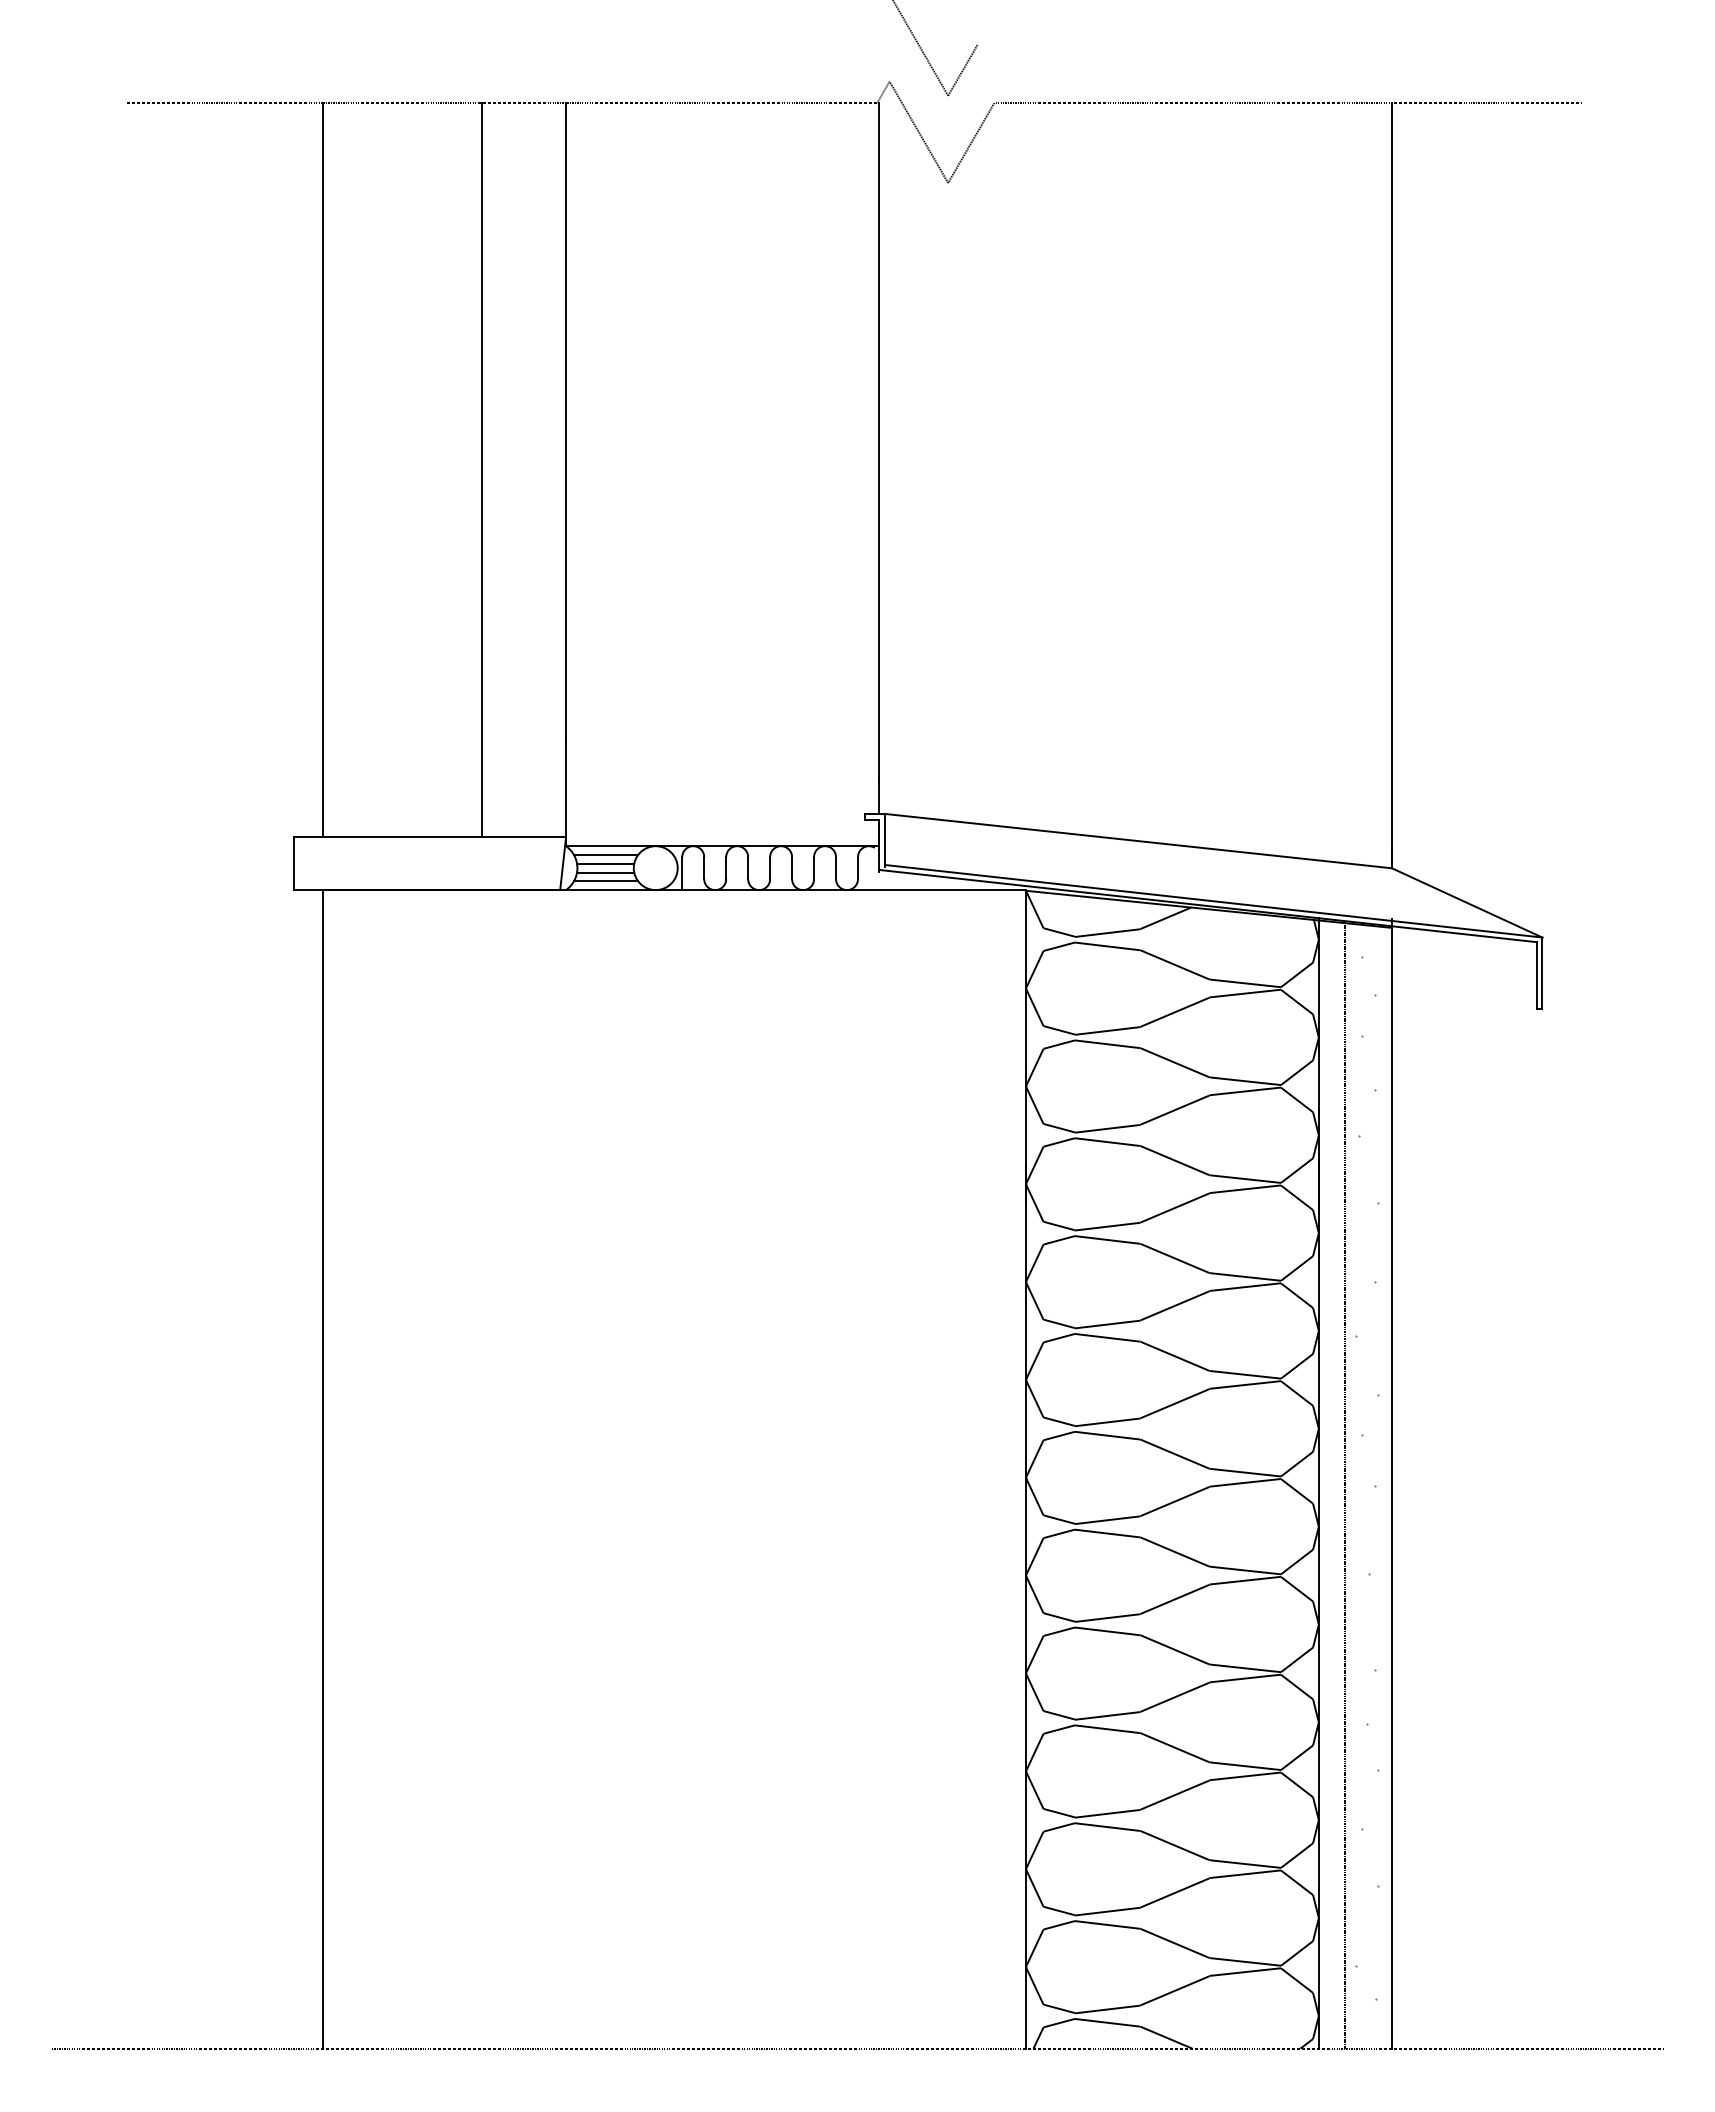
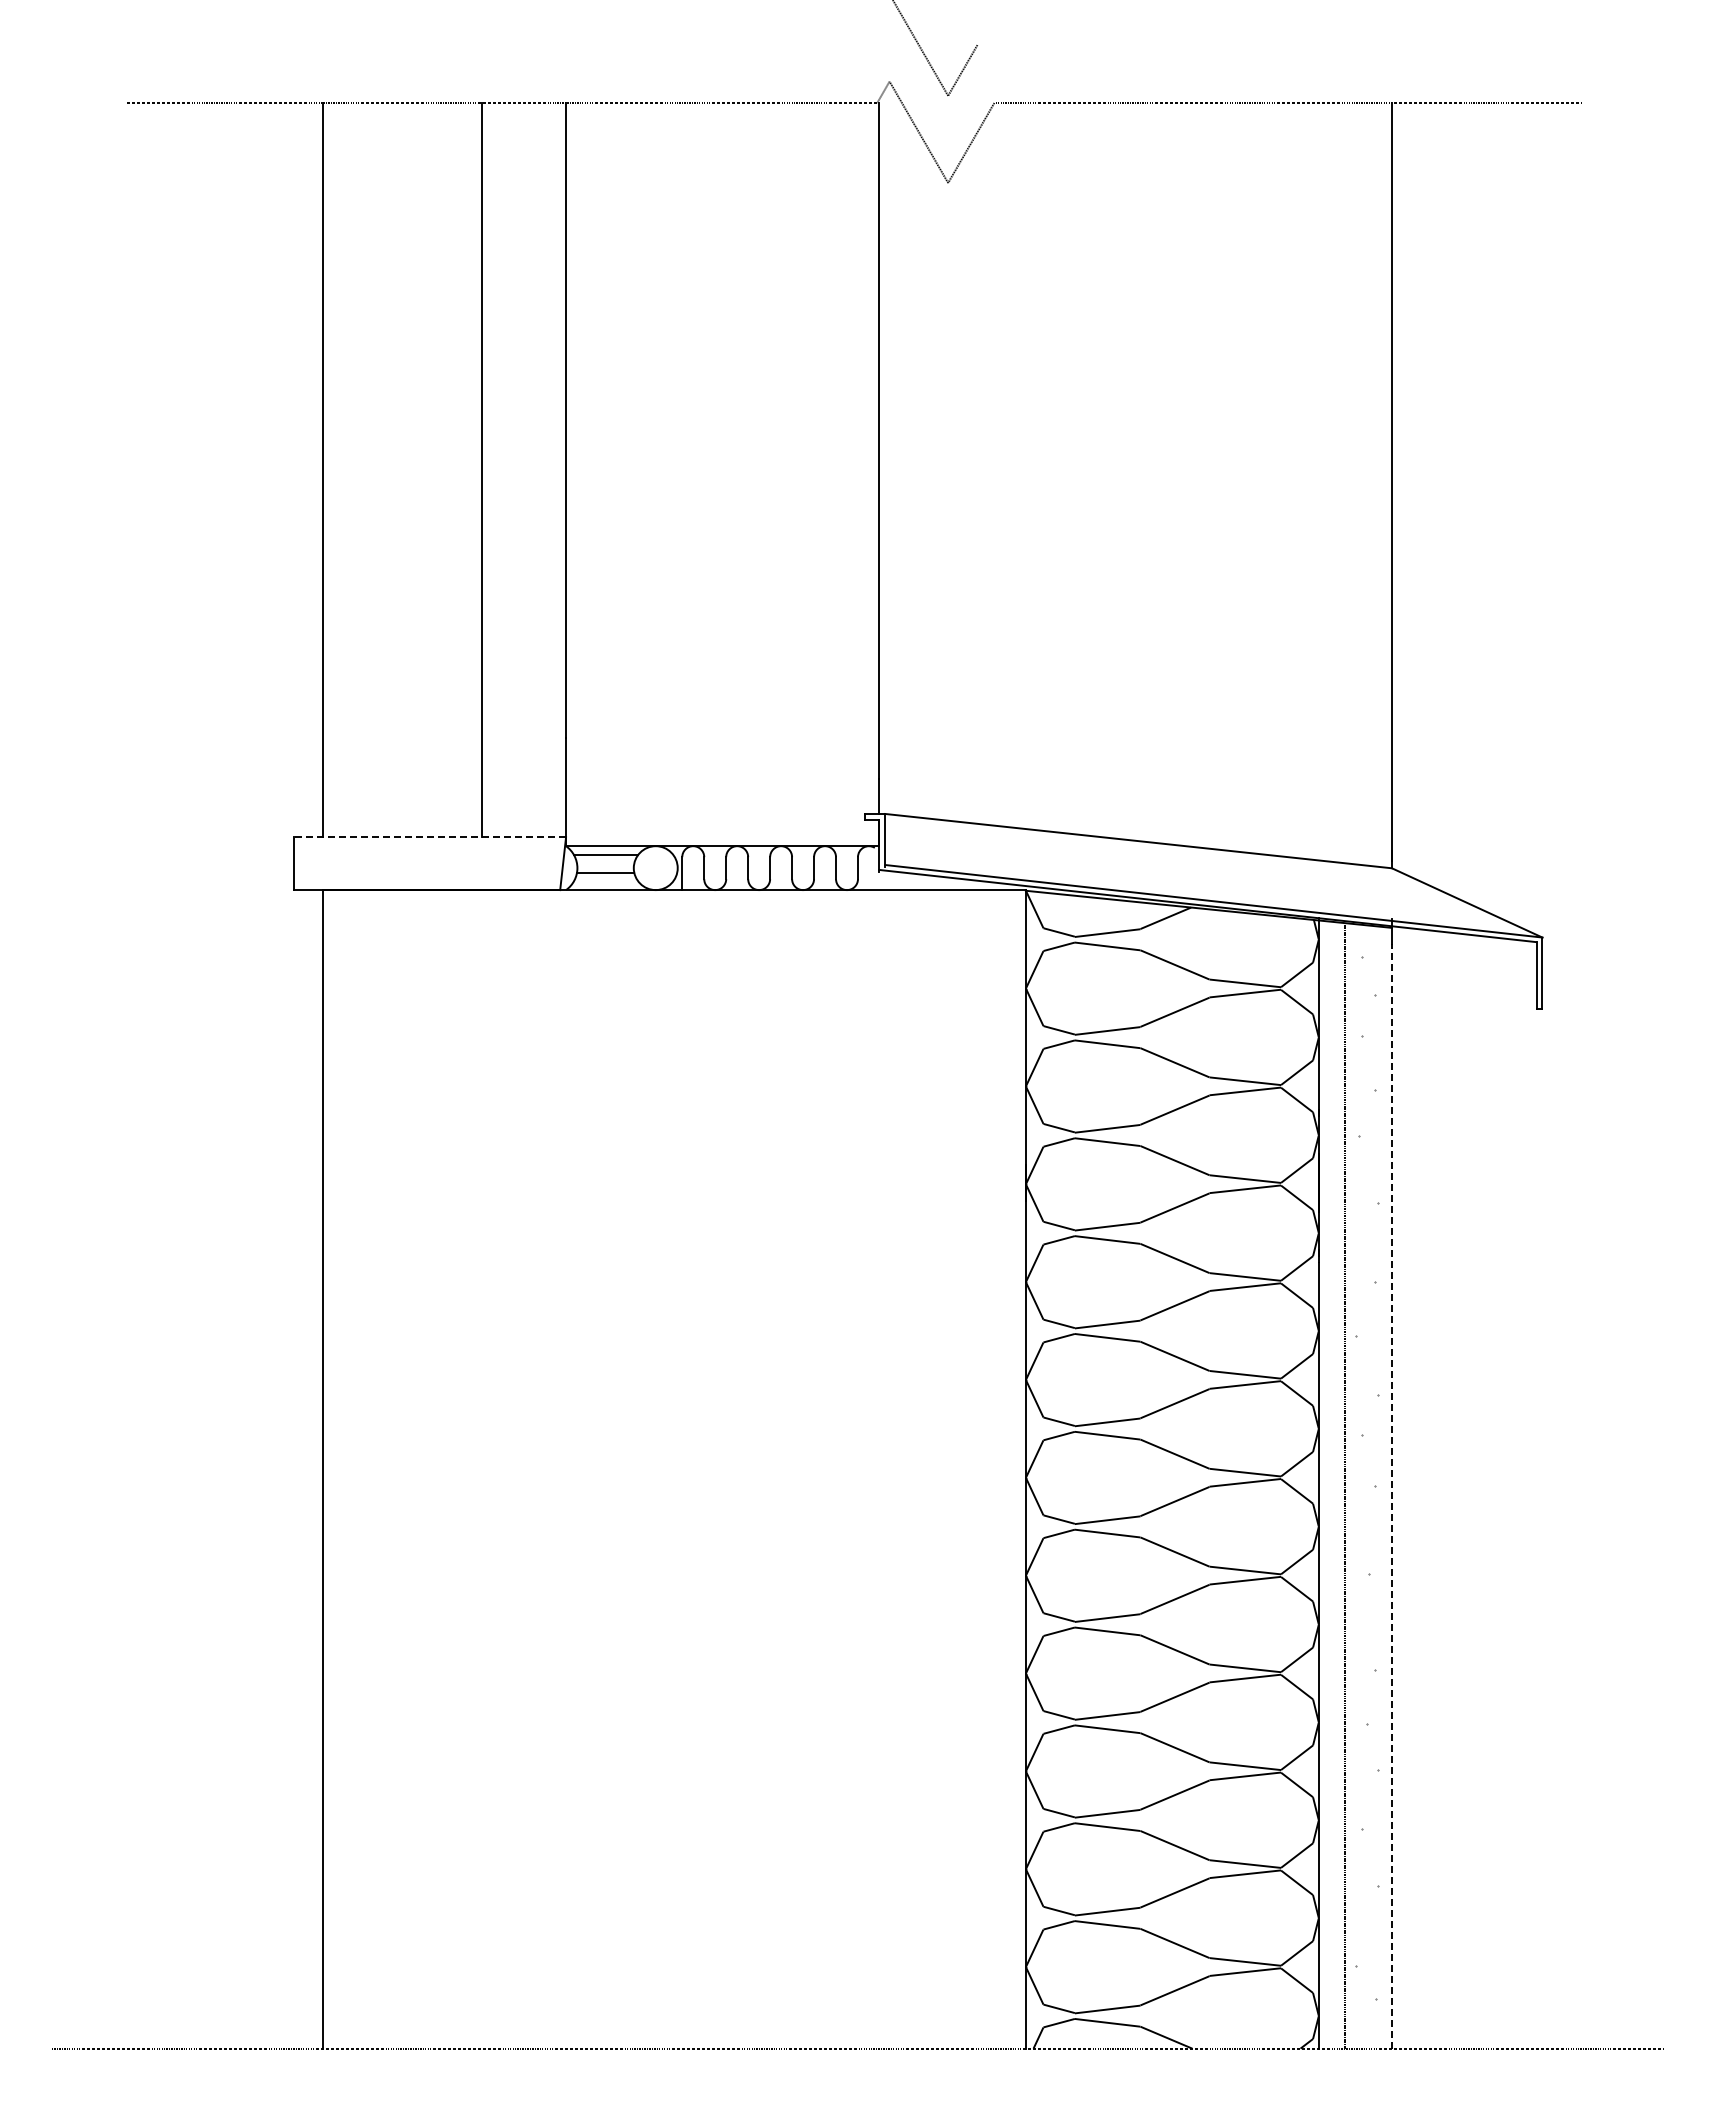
line at (429, 837): solid -> dashed
line at (605, 863): present -> none
line at (605, 881): present -> none
line at (1391, 1495): solid -> dashed
